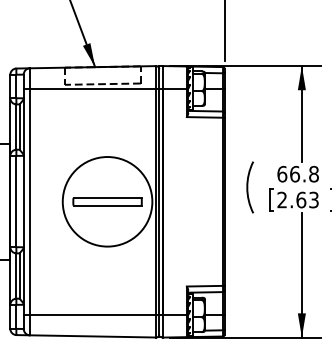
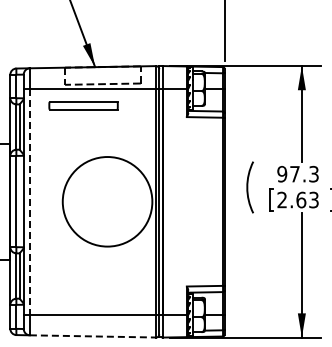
text at (297, 173): 66.8 -> 97.3
part at (107, 201) position: (107, 201) -> (83, 105)
line at (29, 202): solid -> dashed
line at (93, 336): solid -> dashed
